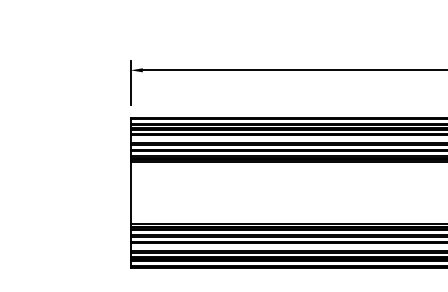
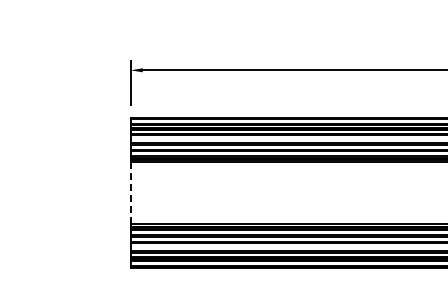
line at (130, 193): solid -> dashed
